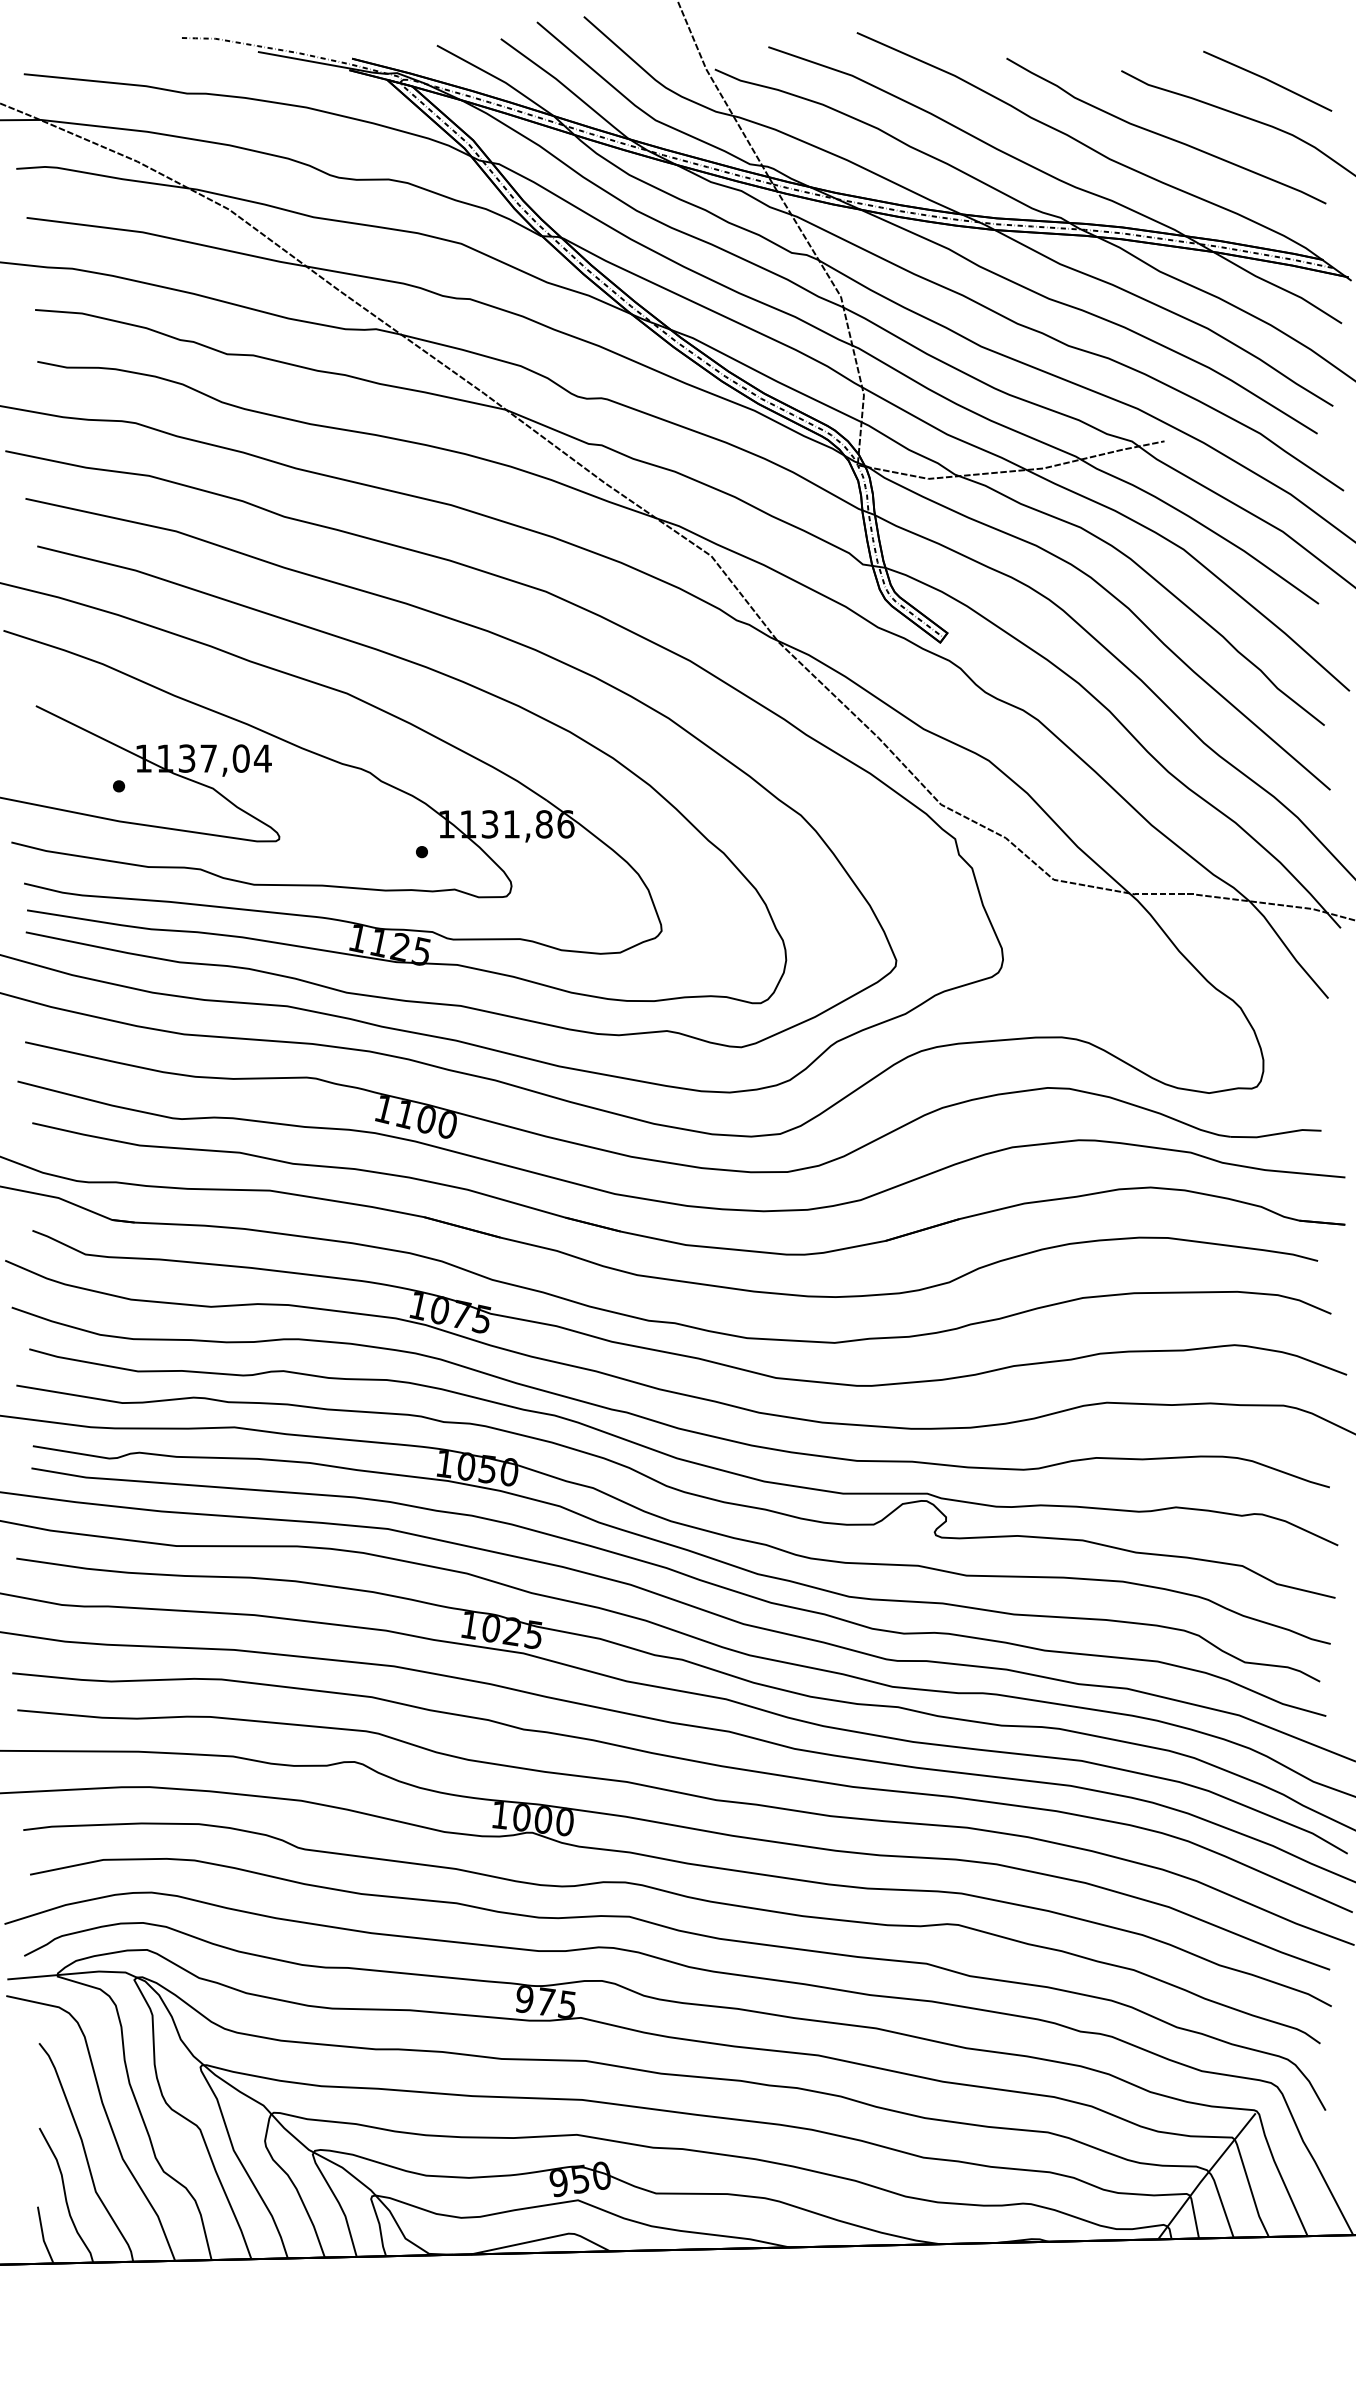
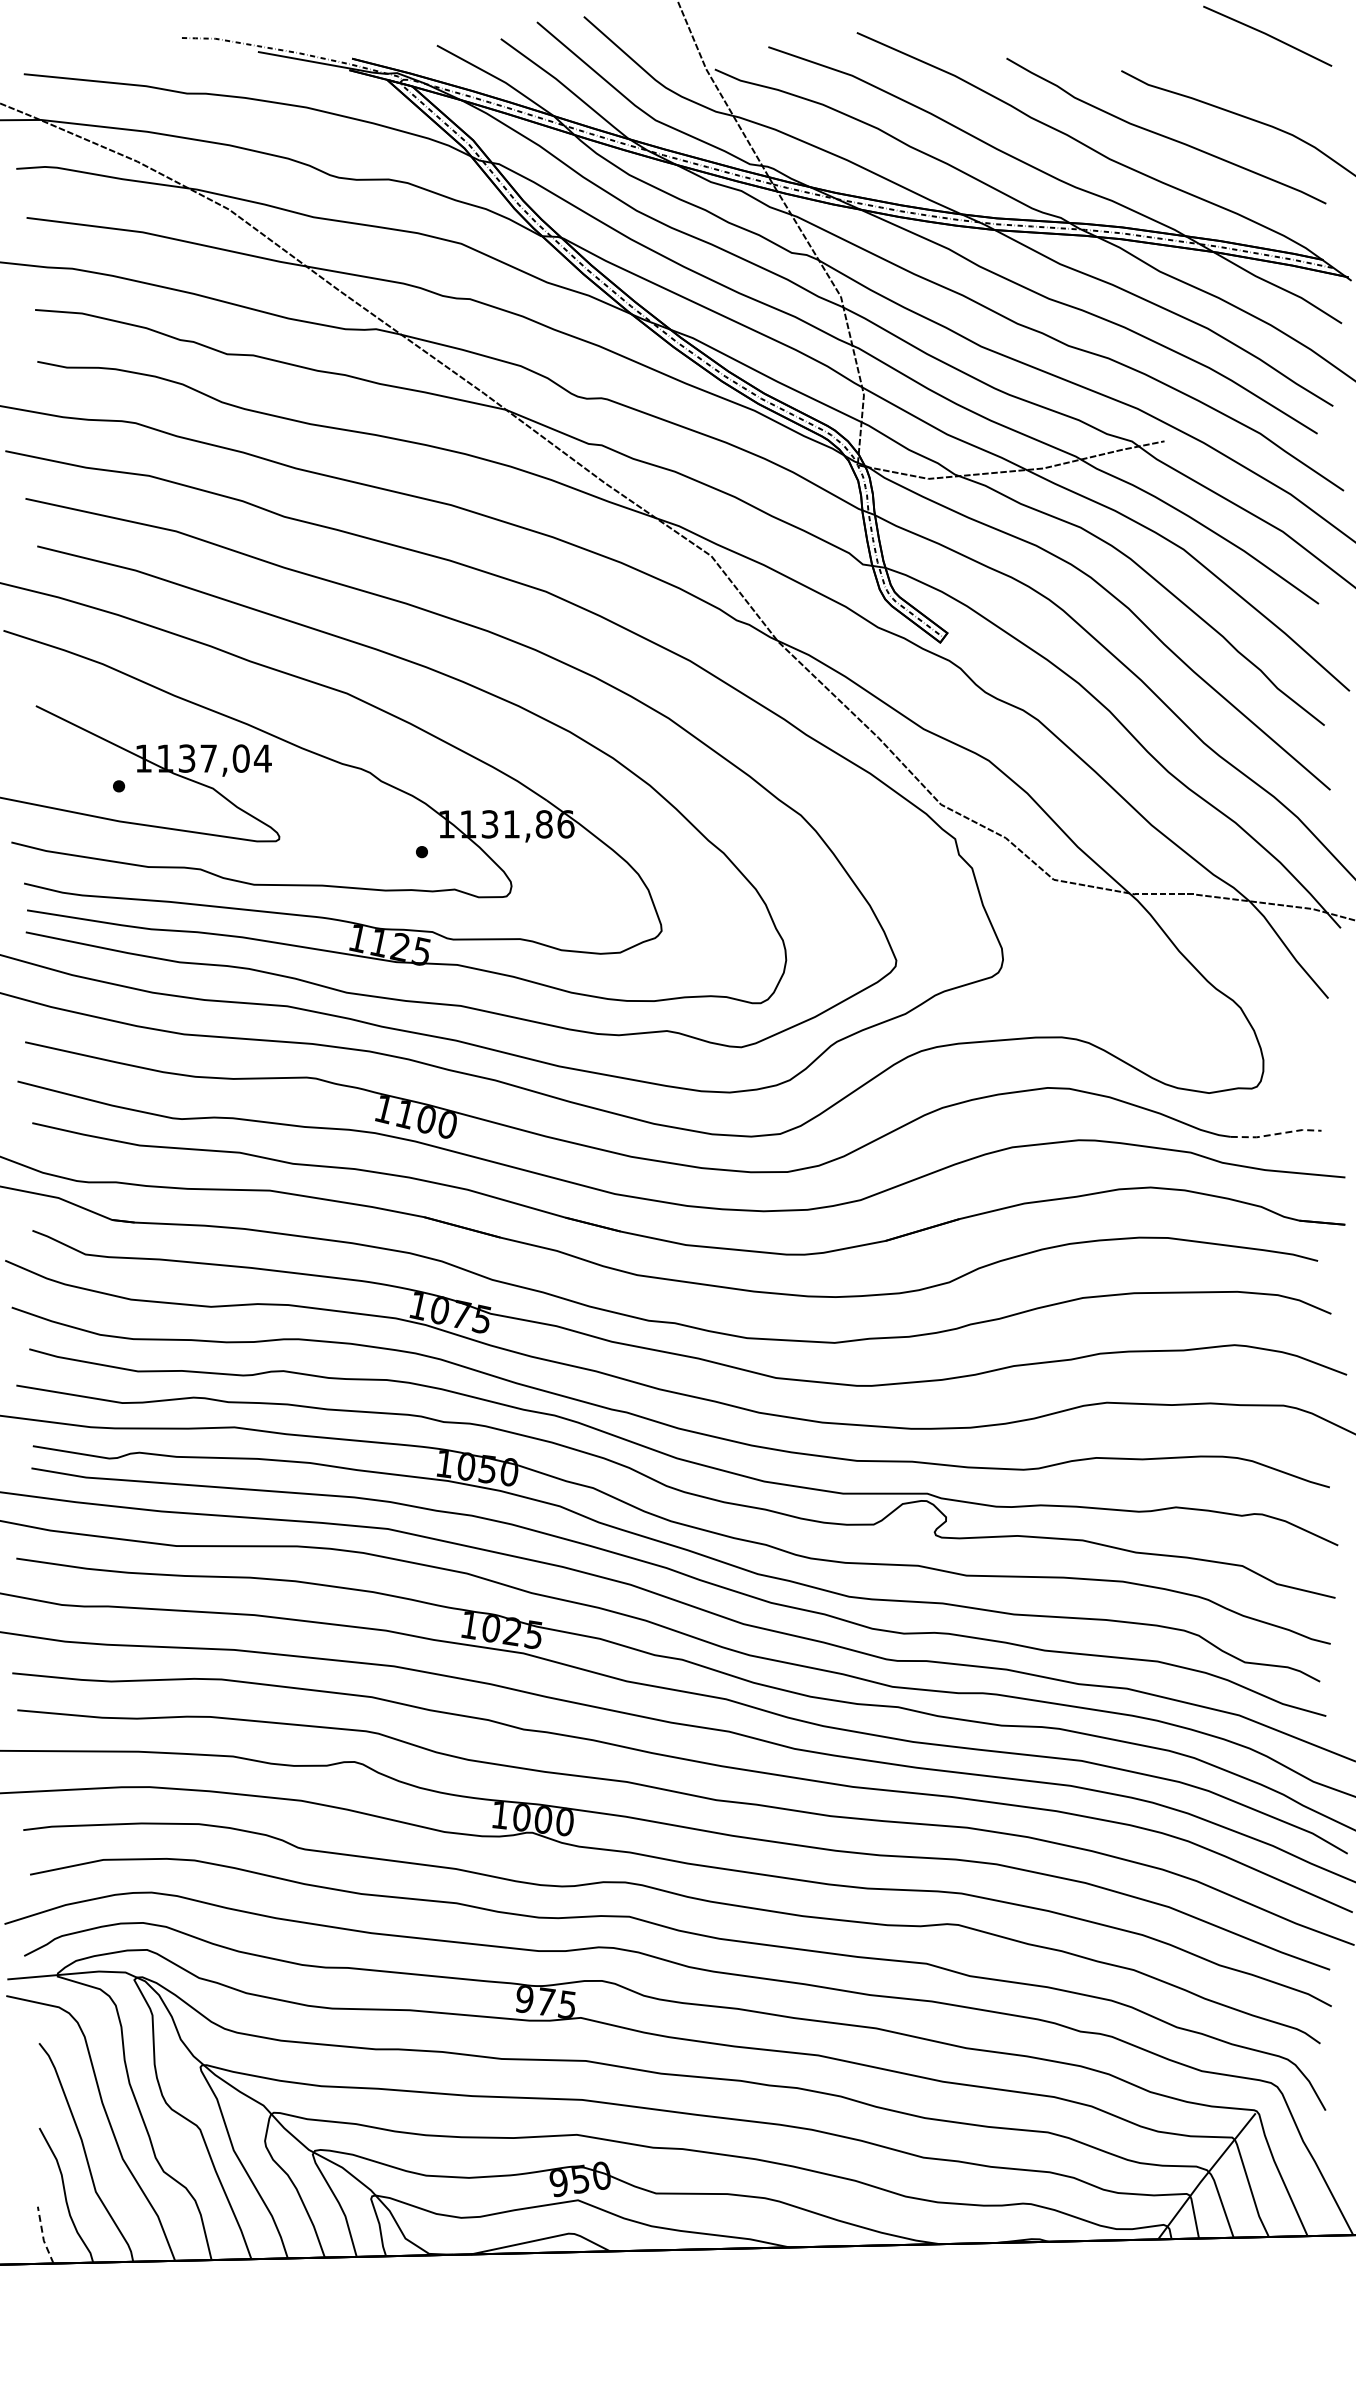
line at (1267, 80) position: (1267, 80) -> (1267, 35)
line at (1277, 1134): solid -> dashed
line at (43, 2235): solid -> dashed
